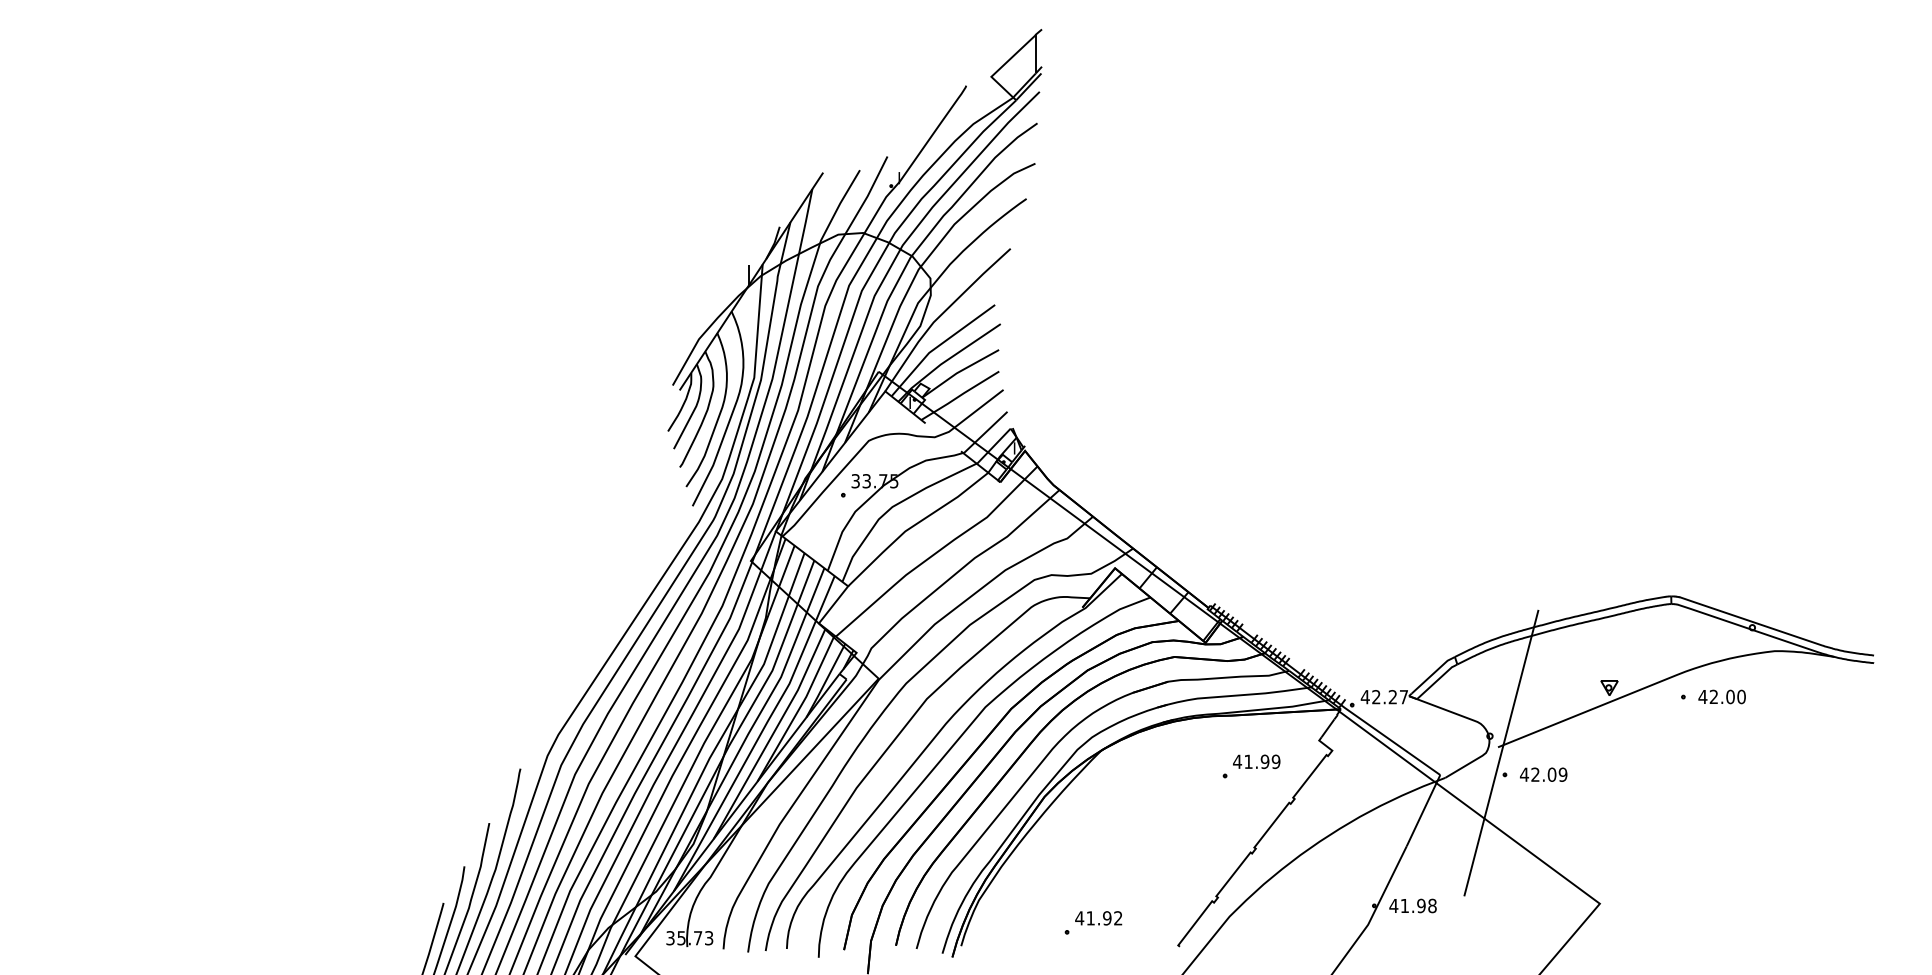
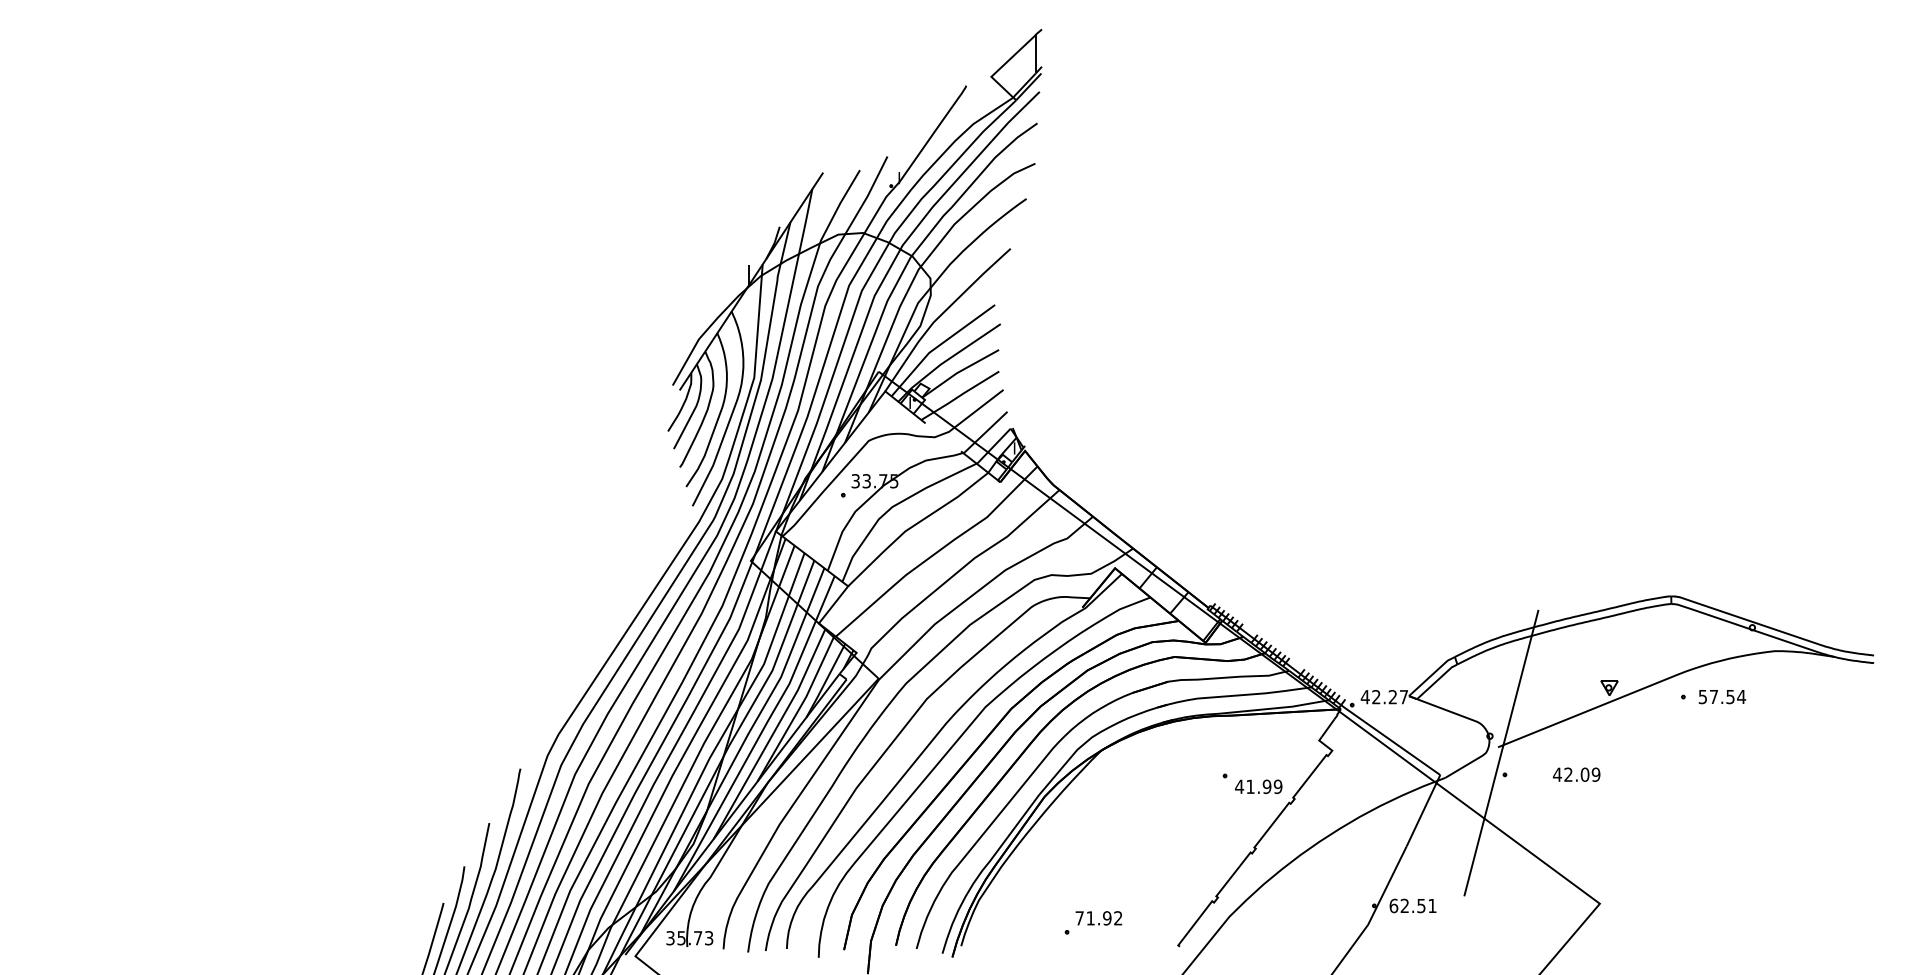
text at (1722, 696): 42.00 -> 57.54
text at (1256, 761) position: (1256, 761) -> (1258, 786)
text at (1543, 774) position: (1543, 774) -> (1576, 774)
text at (1412, 905): 41.98 -> 62.51
text at (1079, 918): 41.92 -> 71.92
